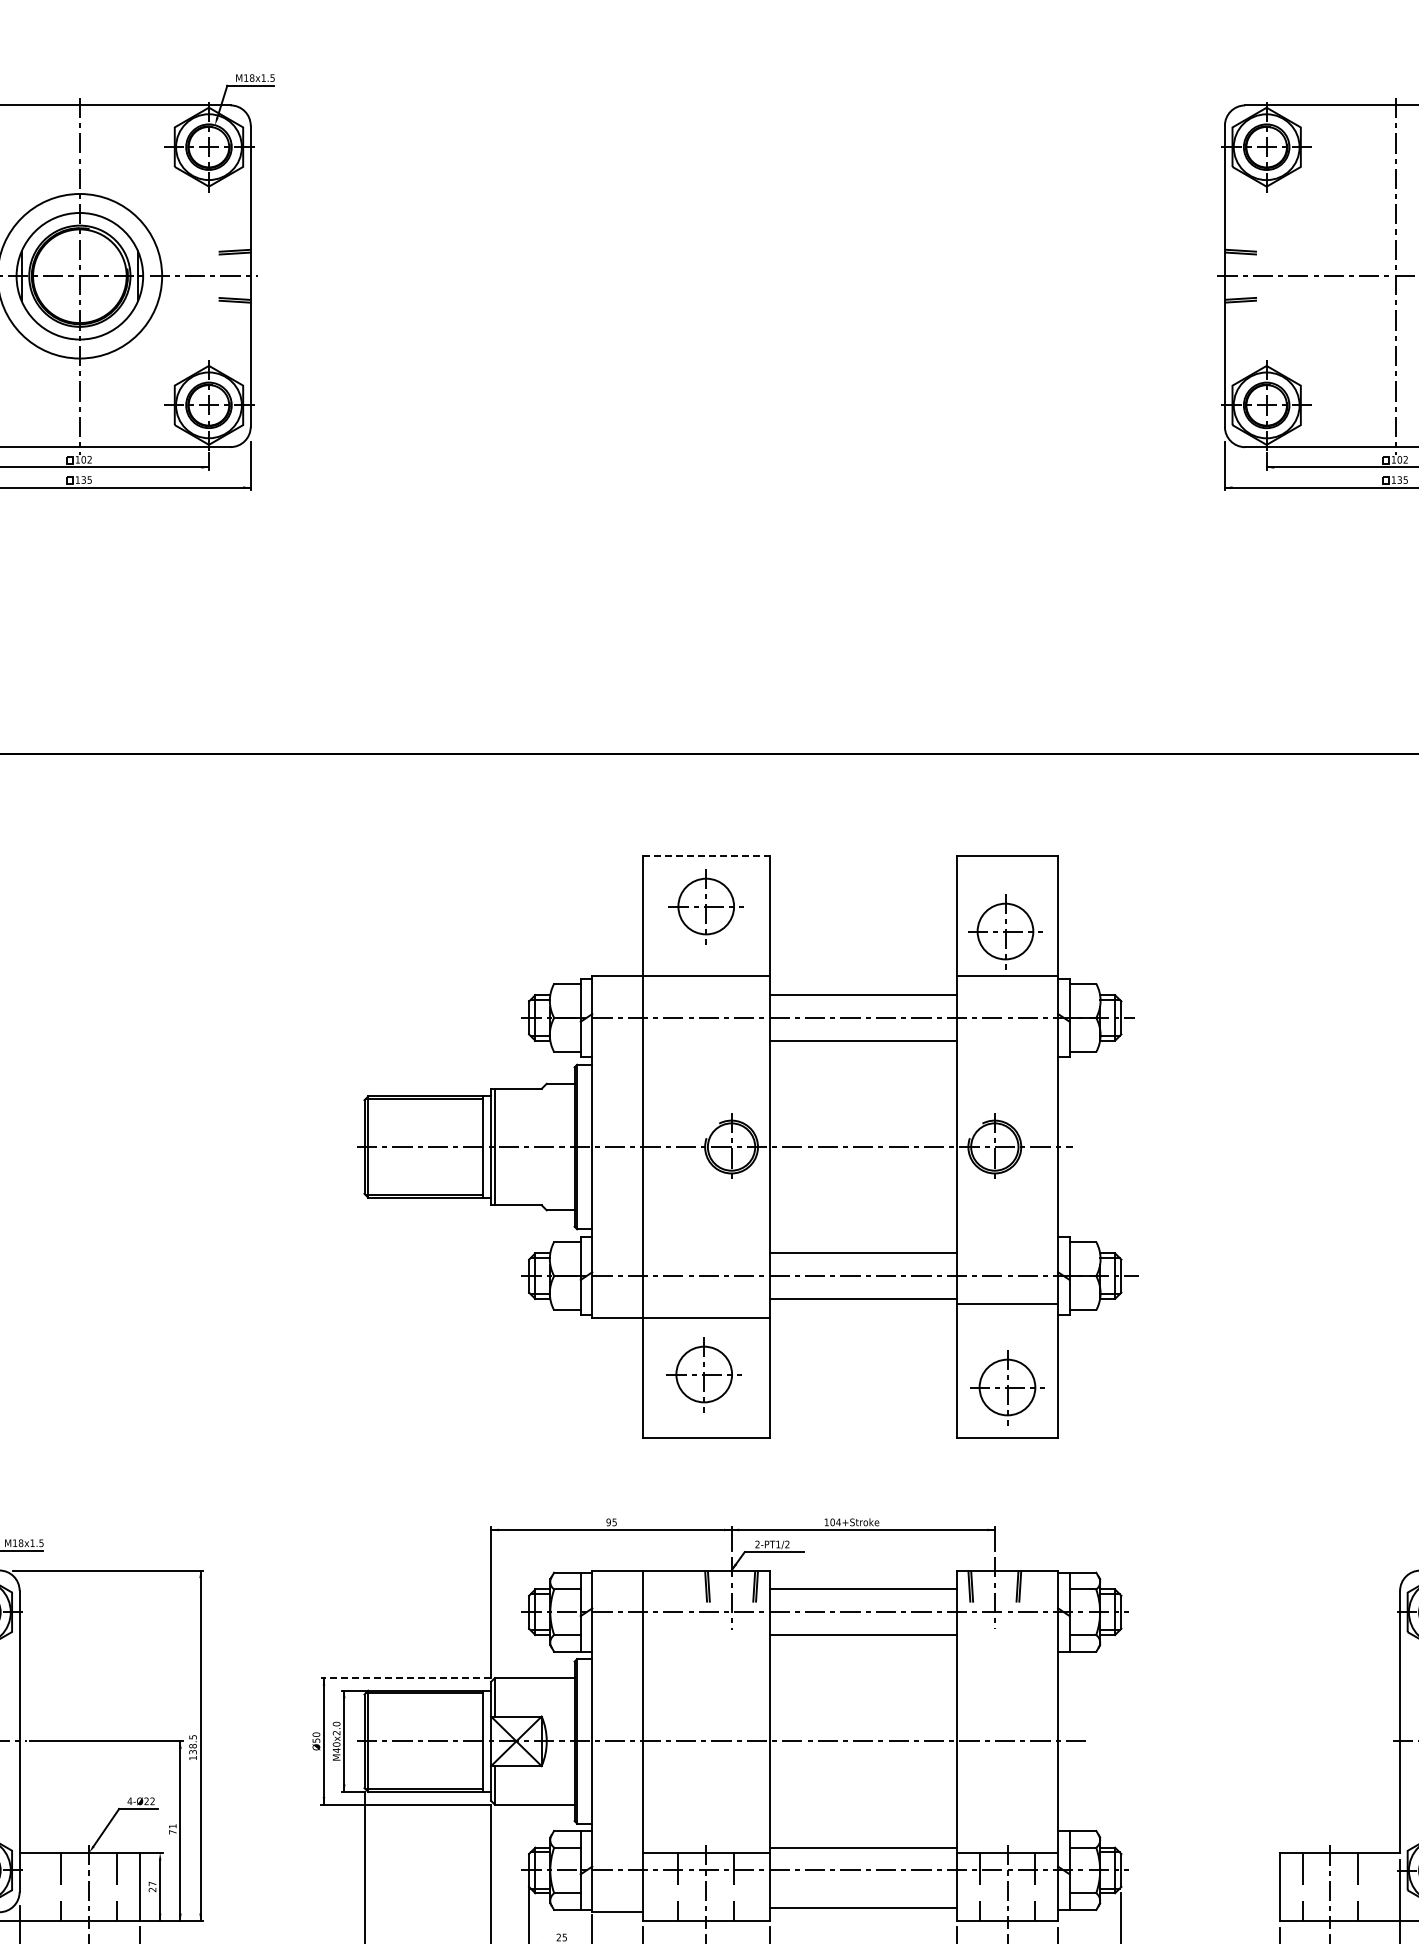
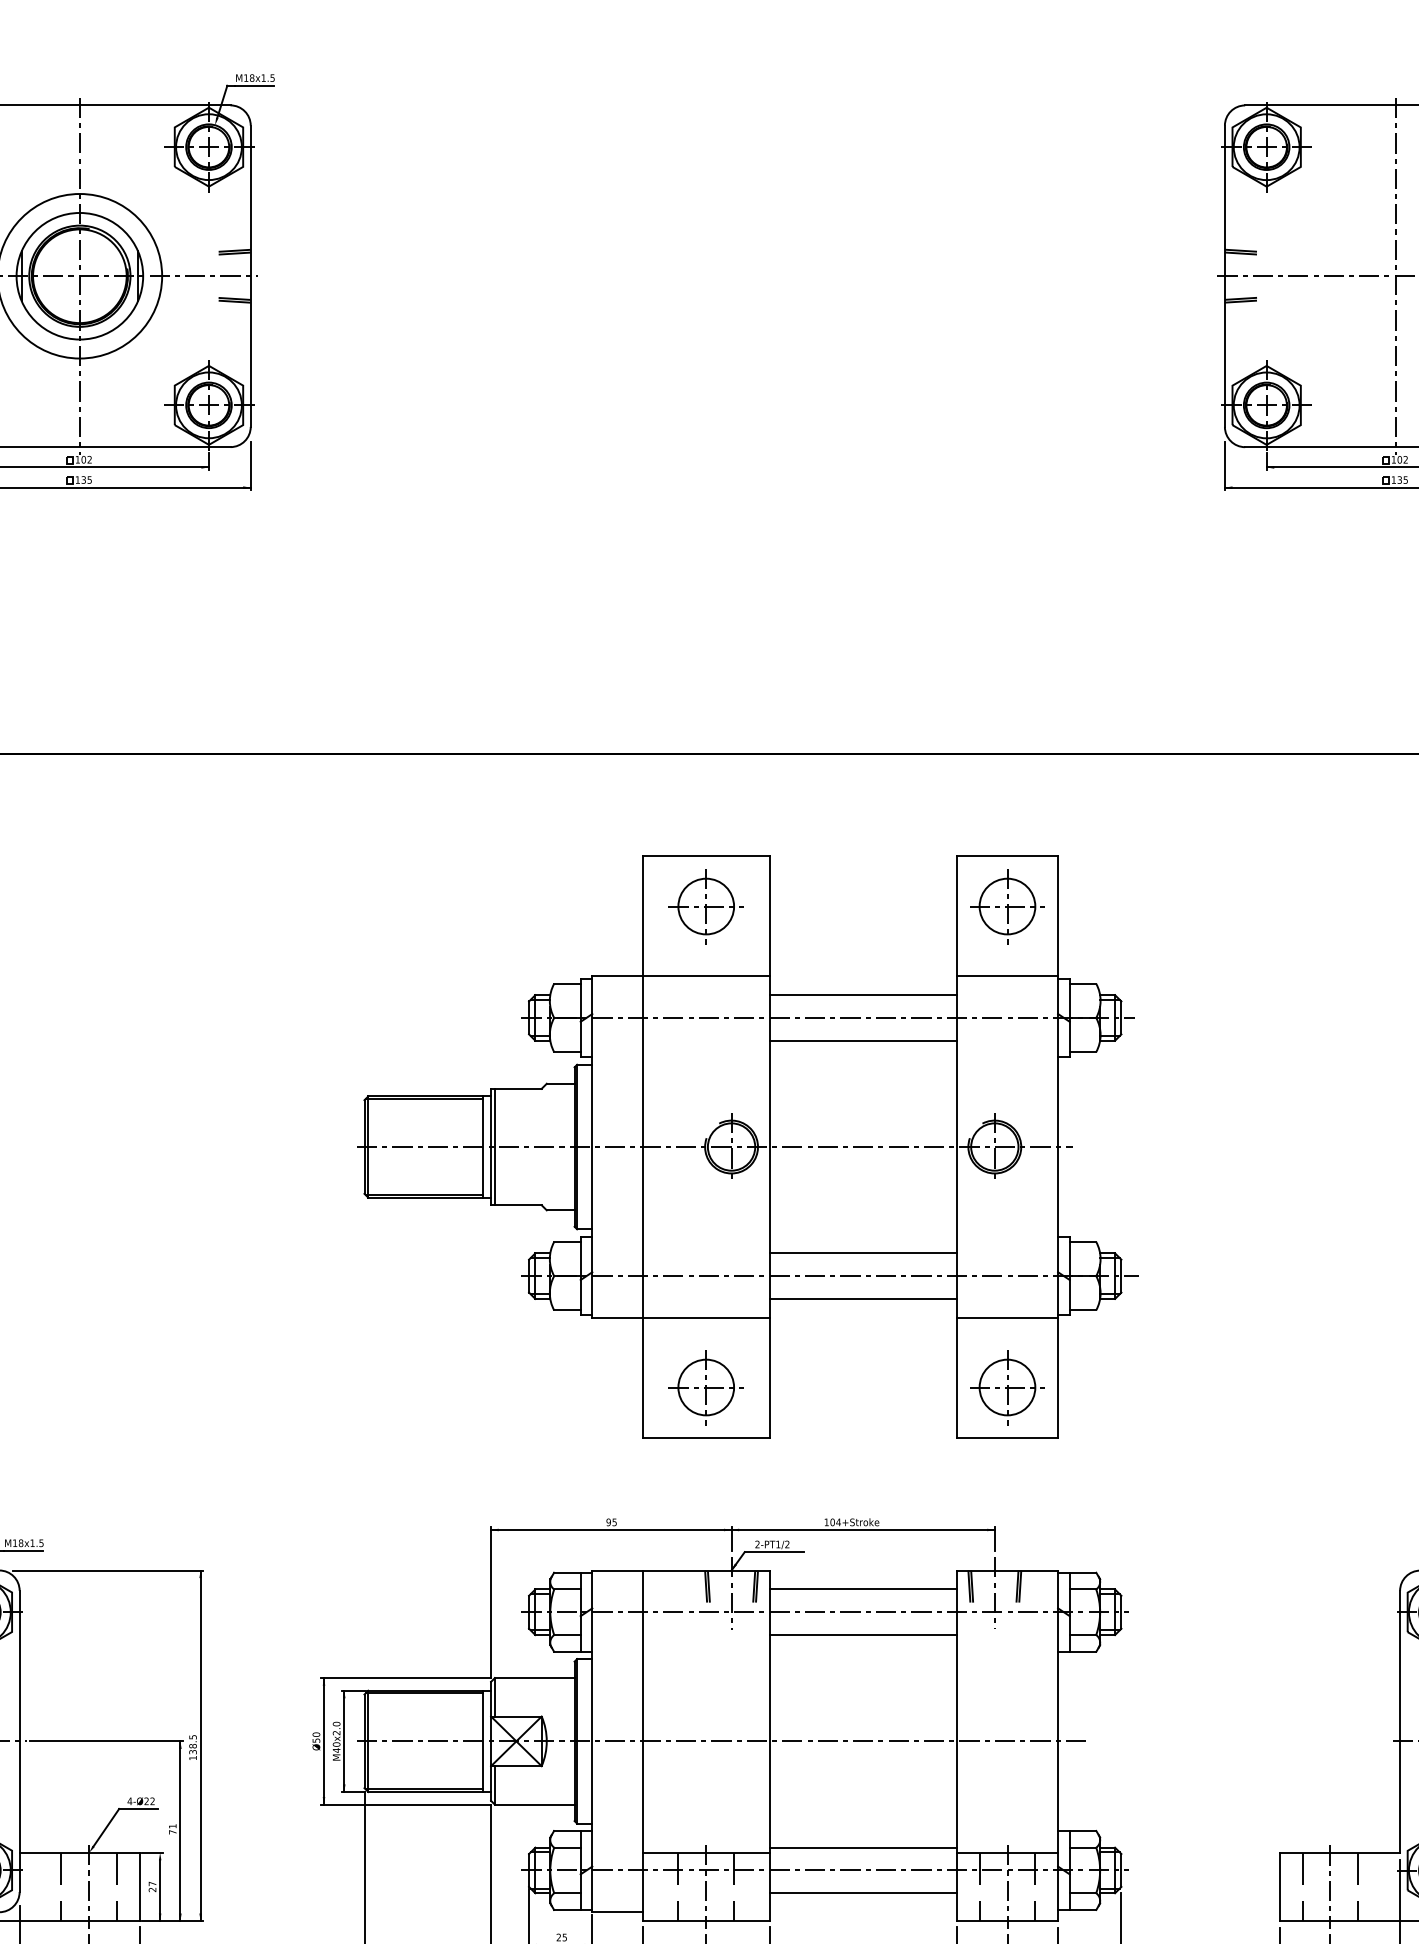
line at (706, 855): dashed -> solid
part at (1005, 931) position: (1005, 931) -> (1007, 906)
line at (1007, 1303) position: (1007, 1303) -> (1007, 1317)
part at (703, 1374) position: (703, 1374) -> (705, 1387)
line at (406, 1678): dashed -> solid
line at (862, 1908) position: (862, 1908) -> (862, 1893)
